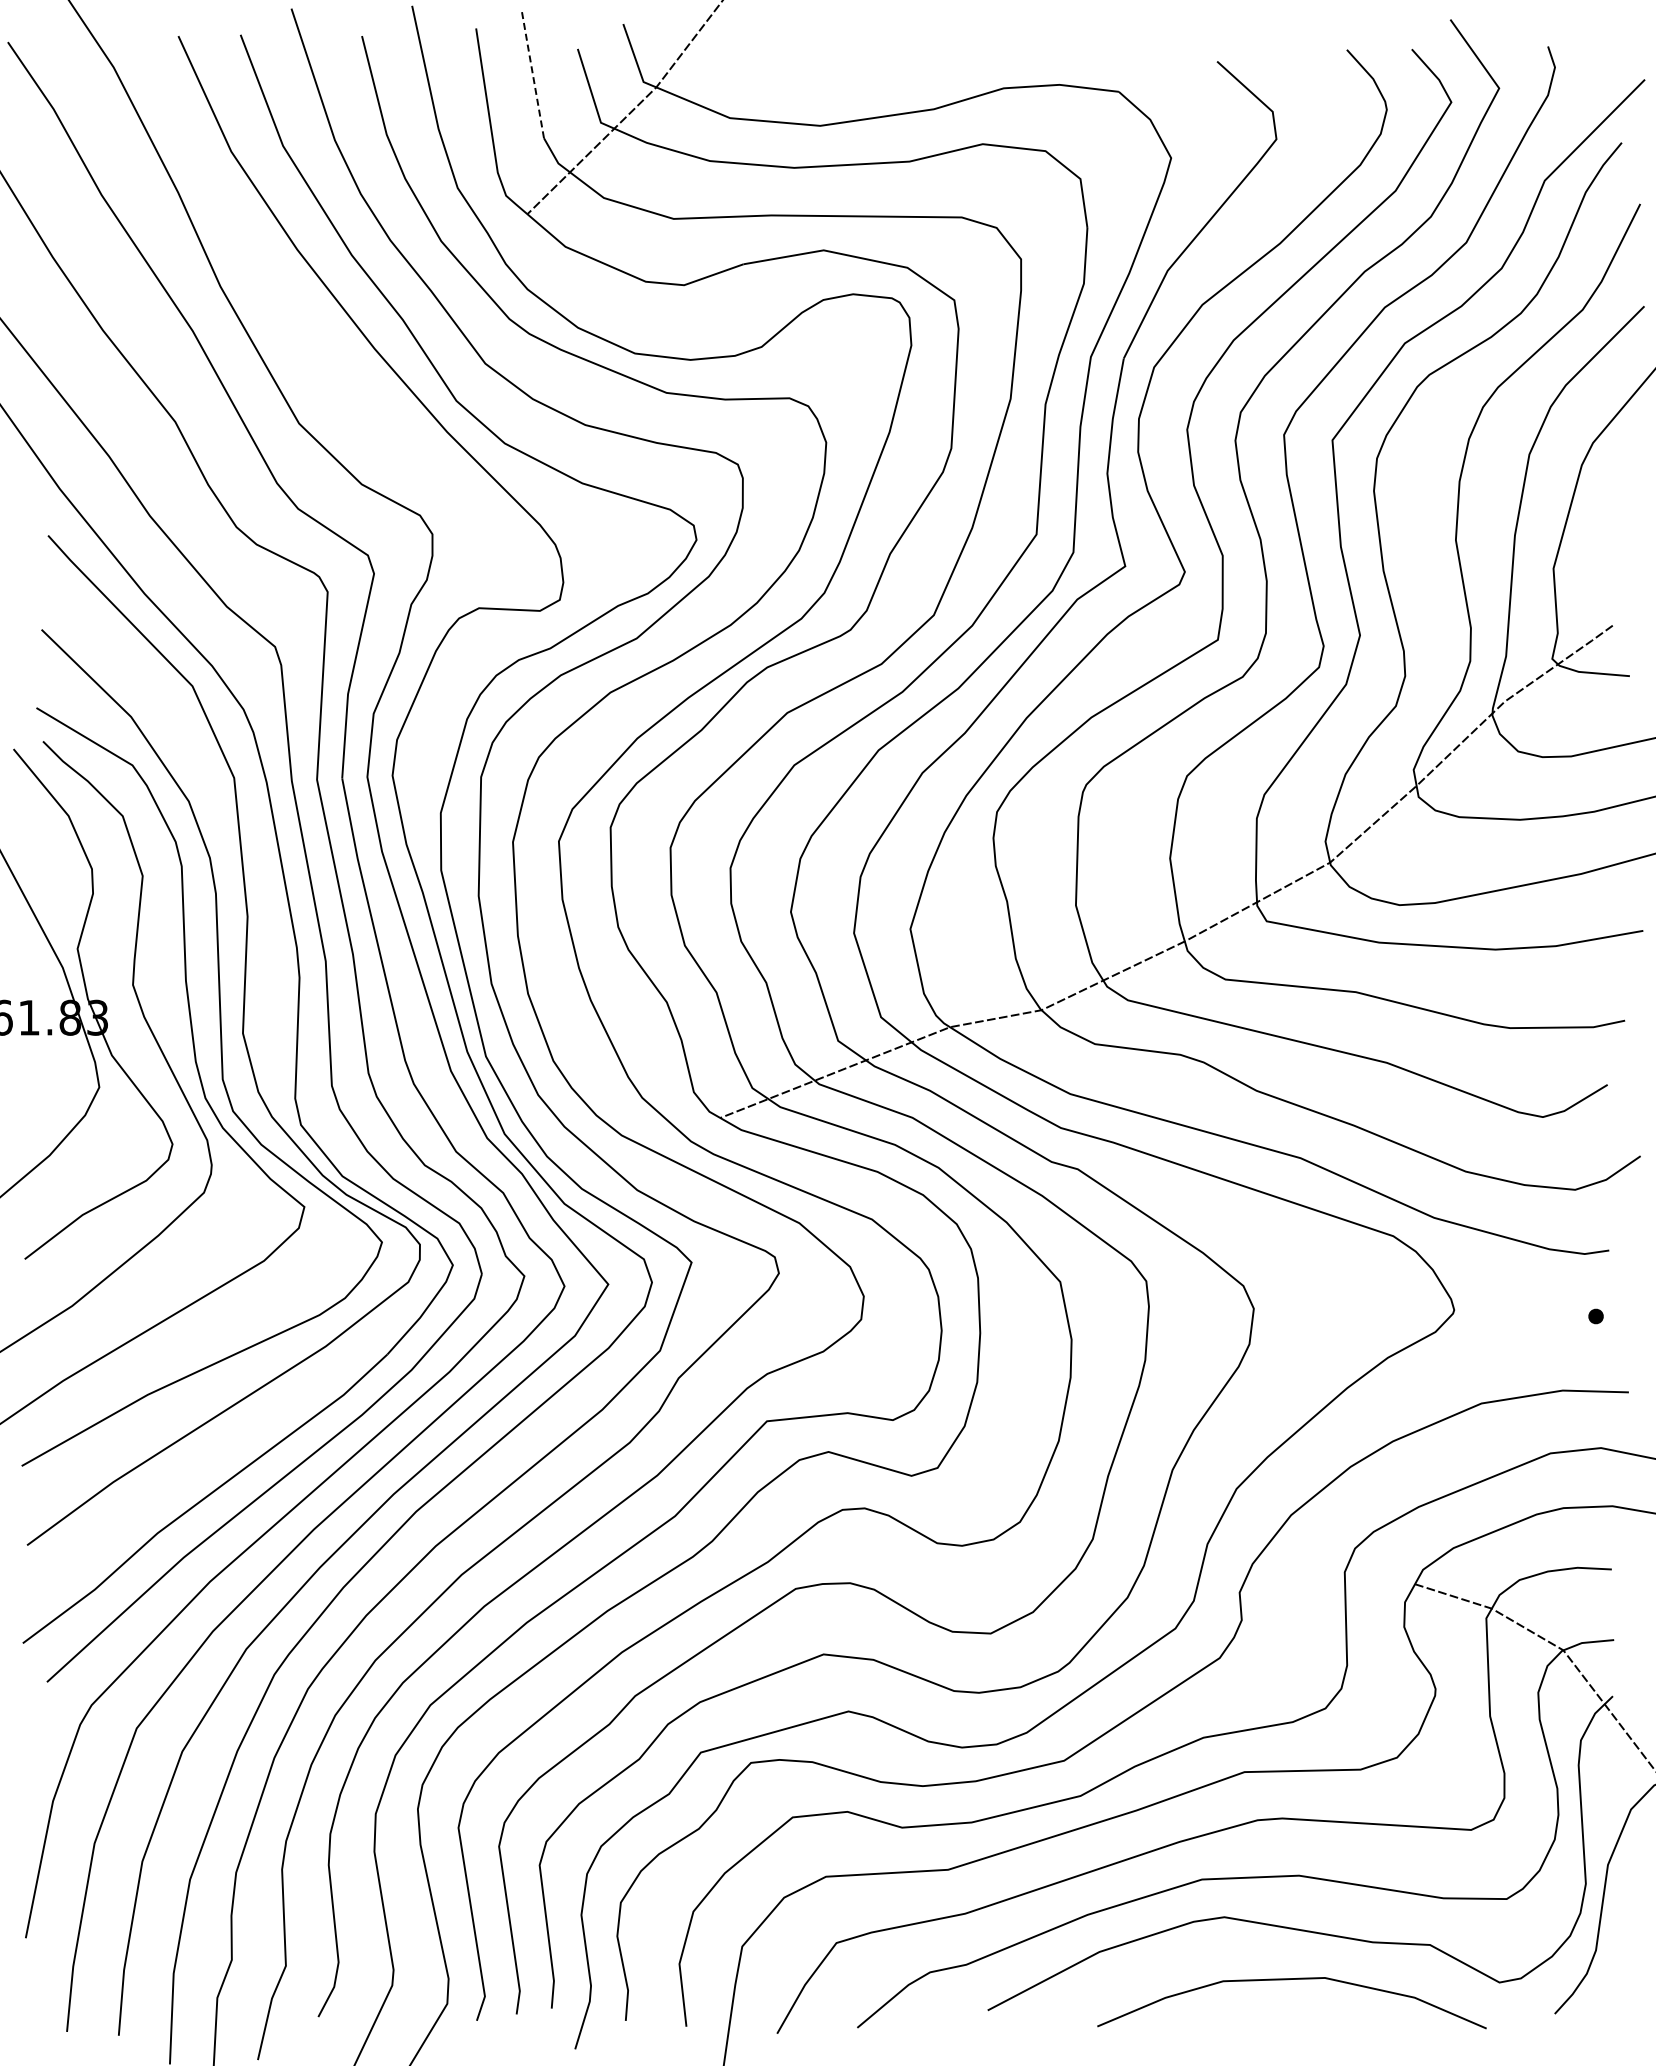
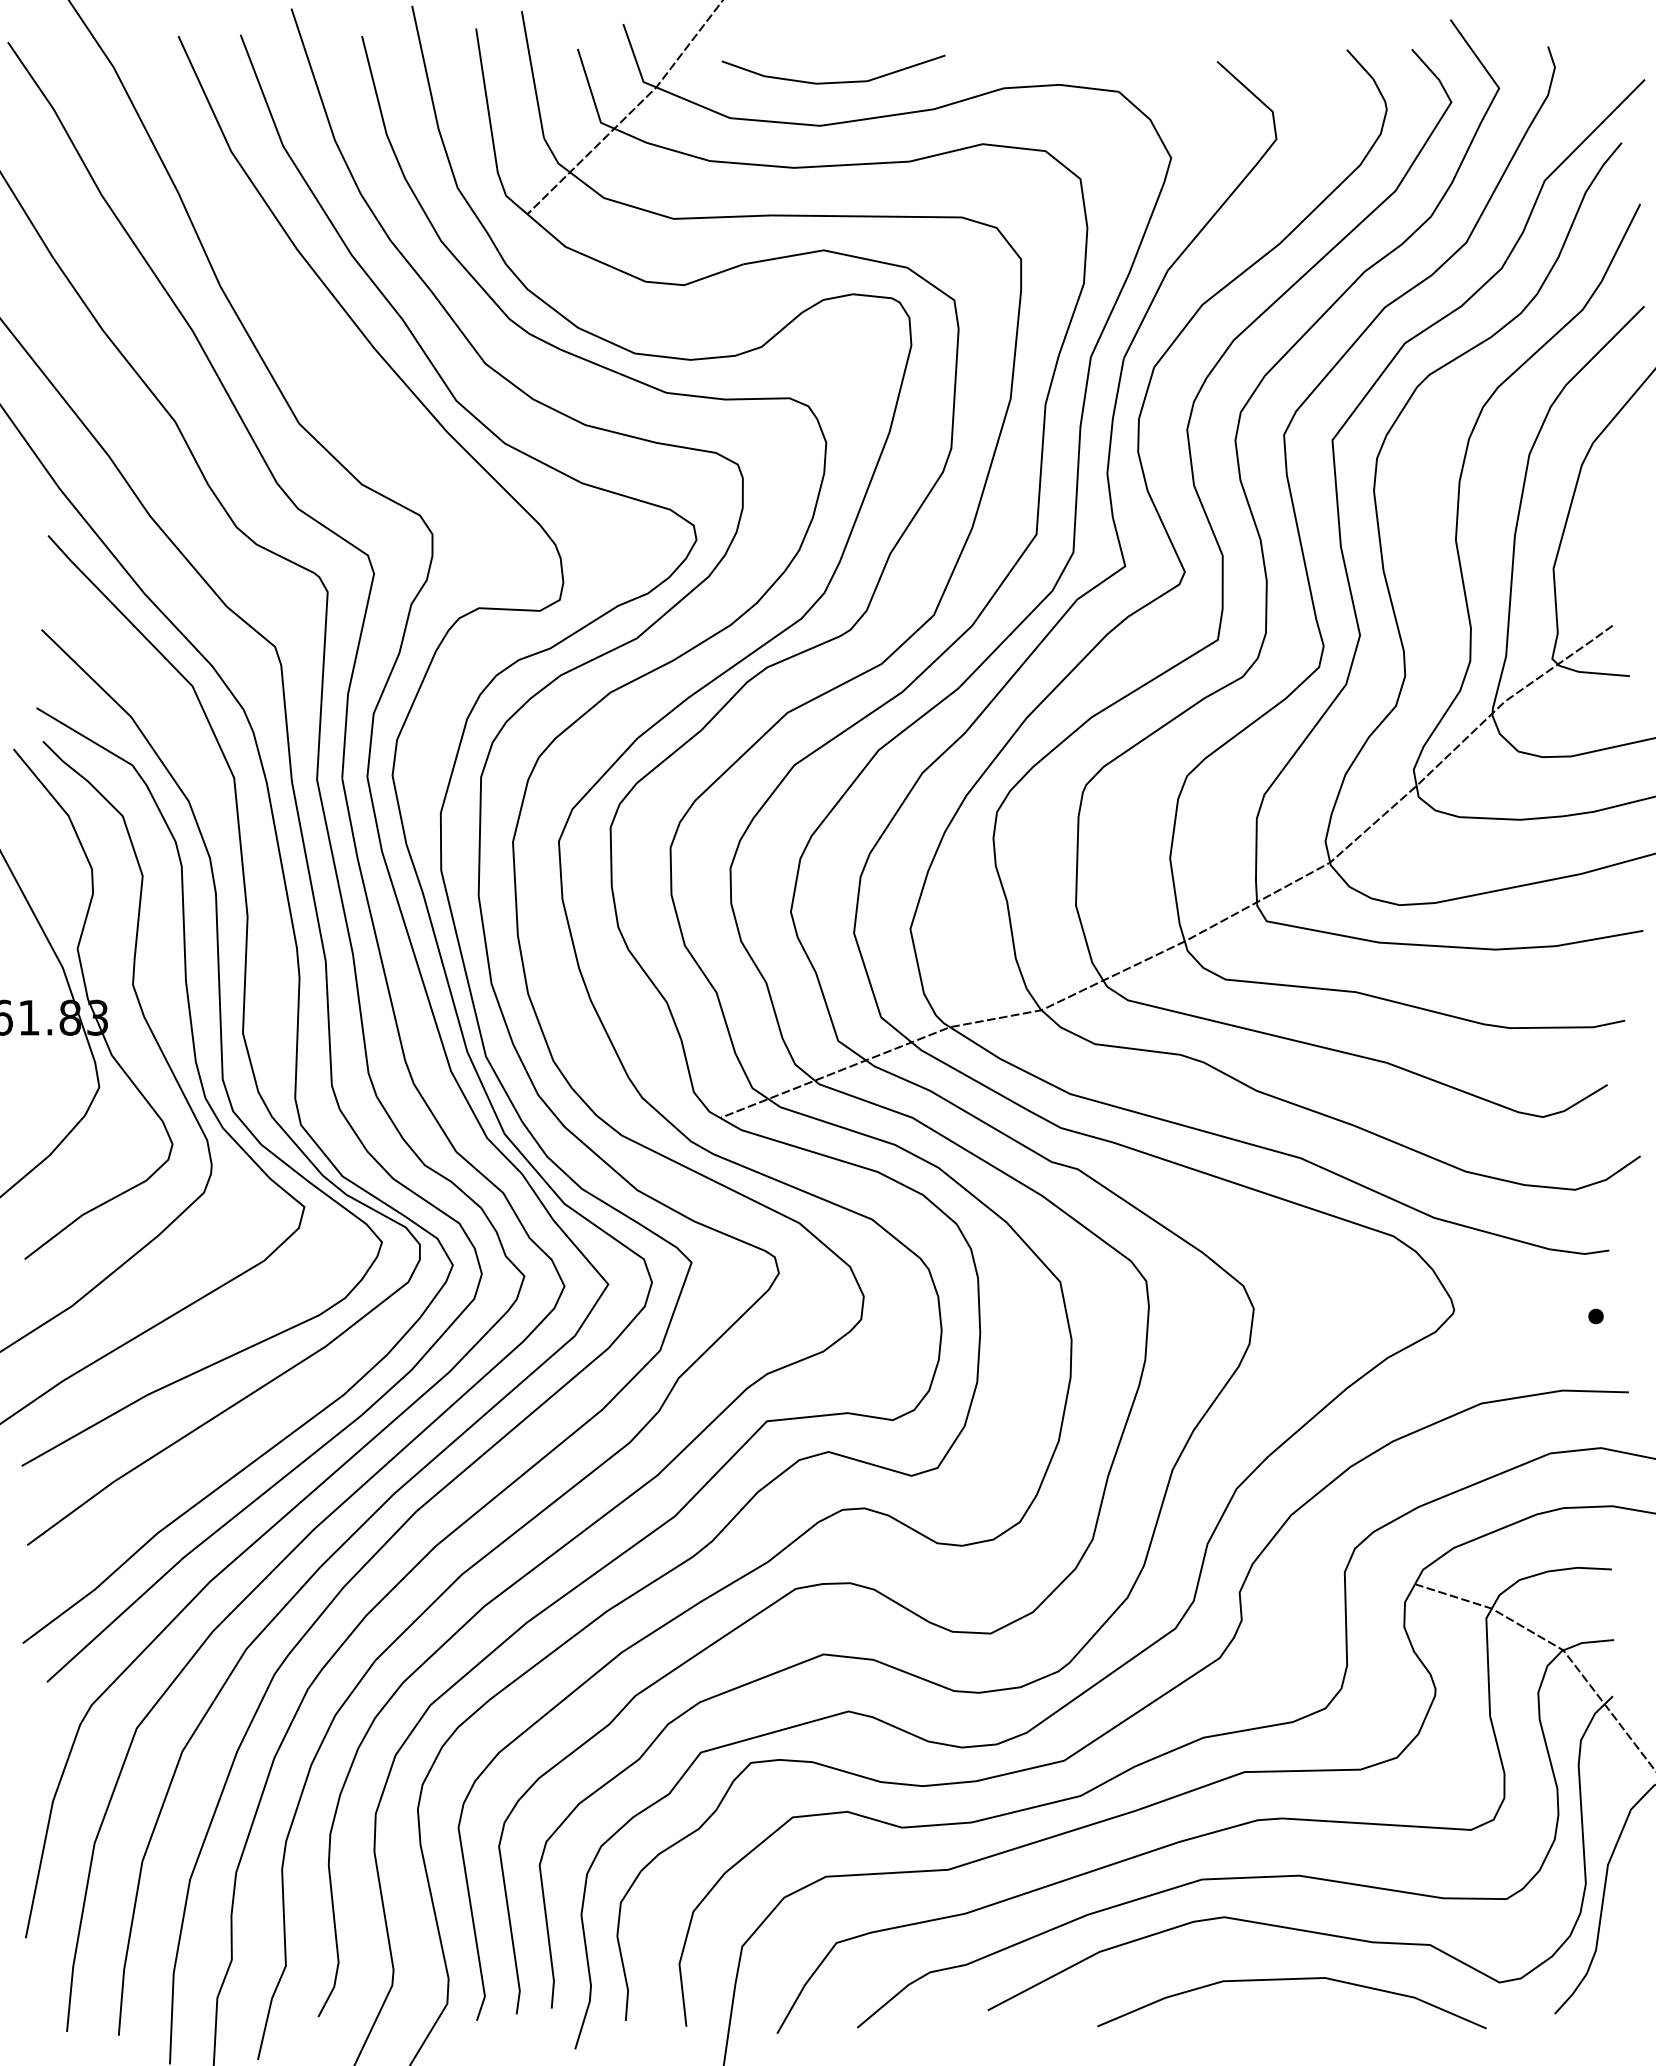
line at (532, 74): dashed -> solid
line at (835, 81): none -> present
